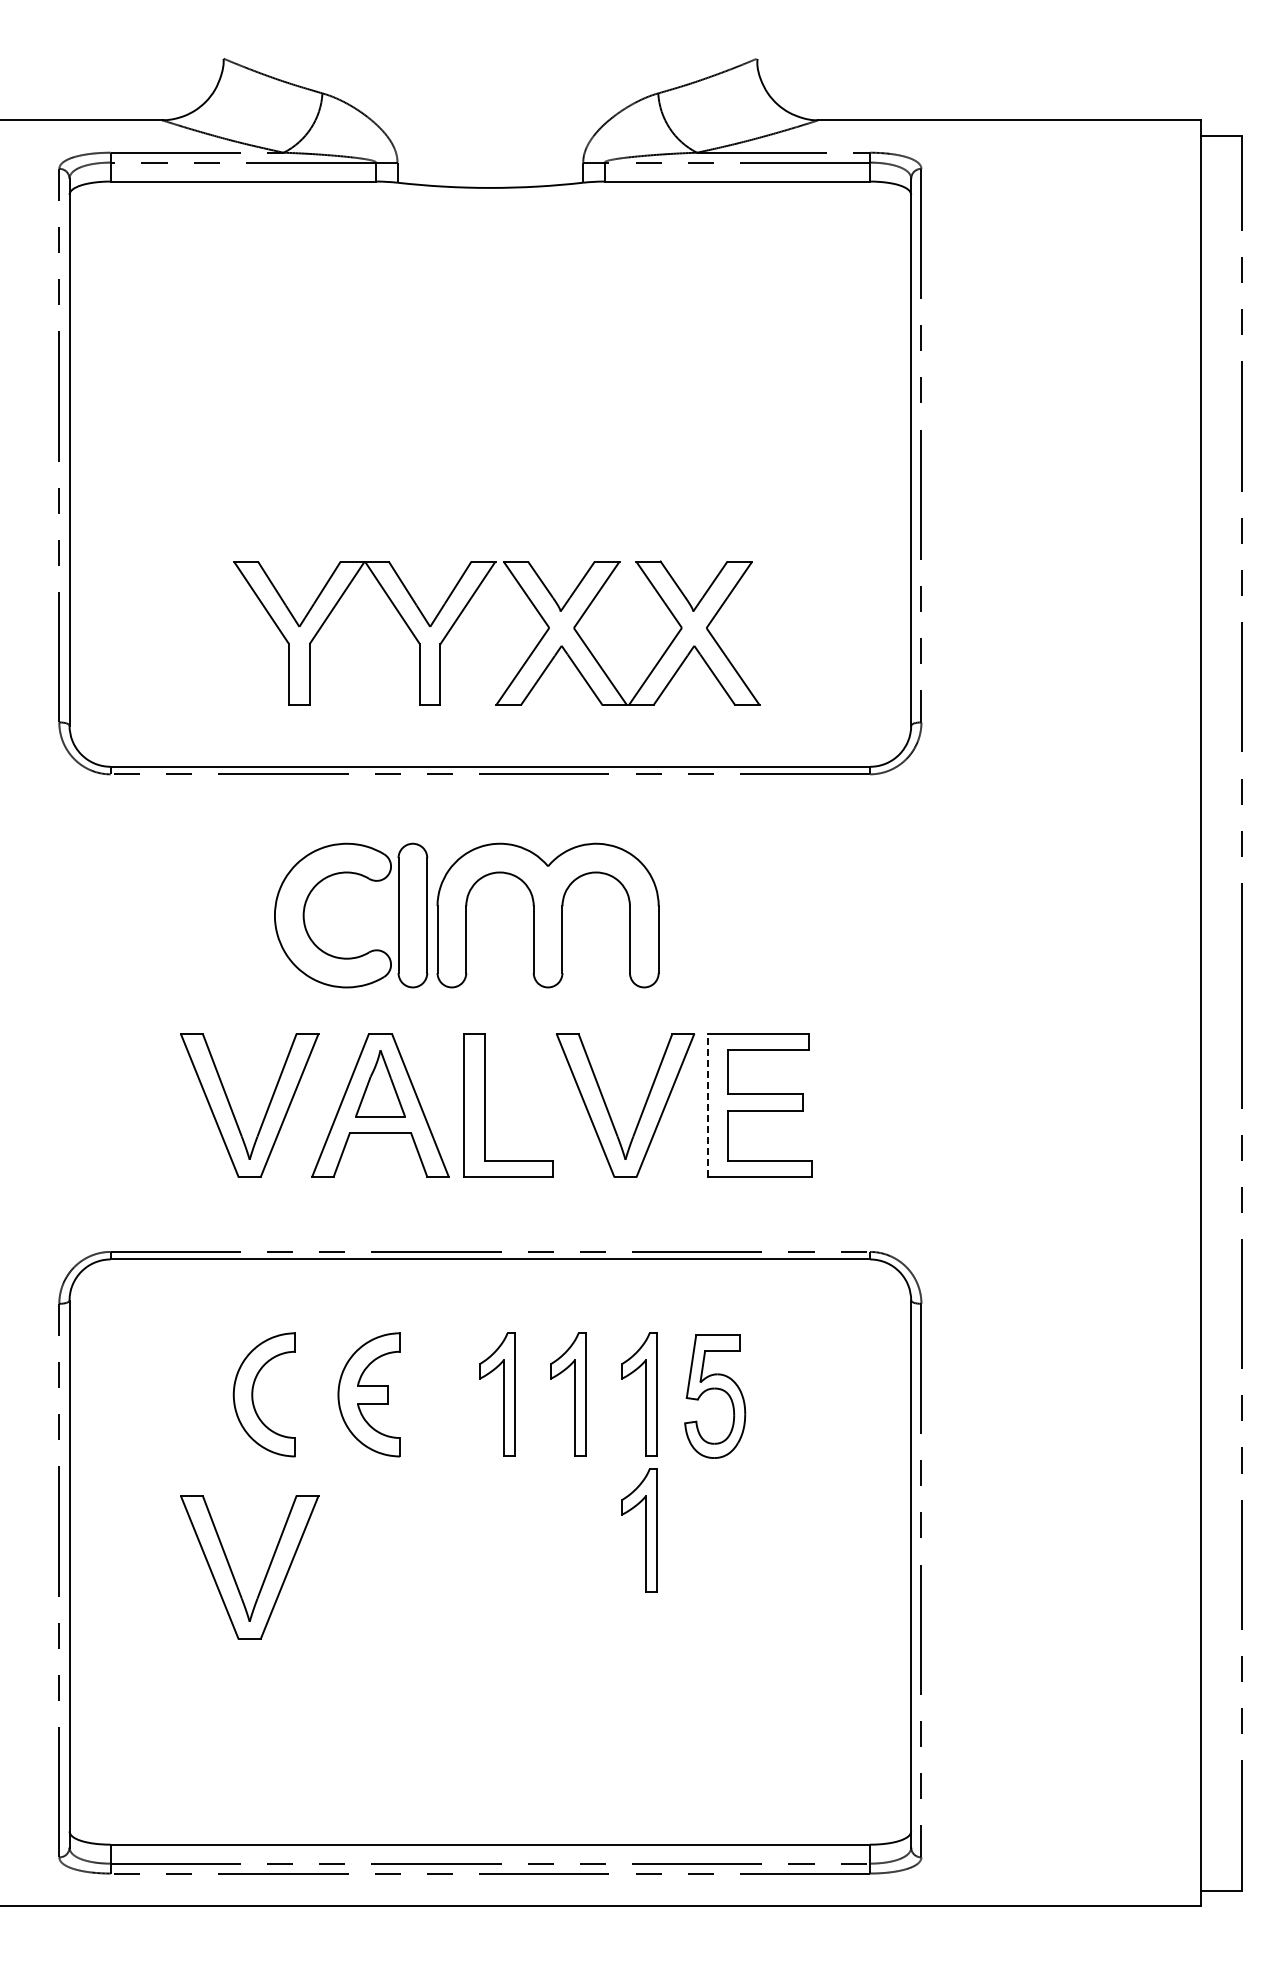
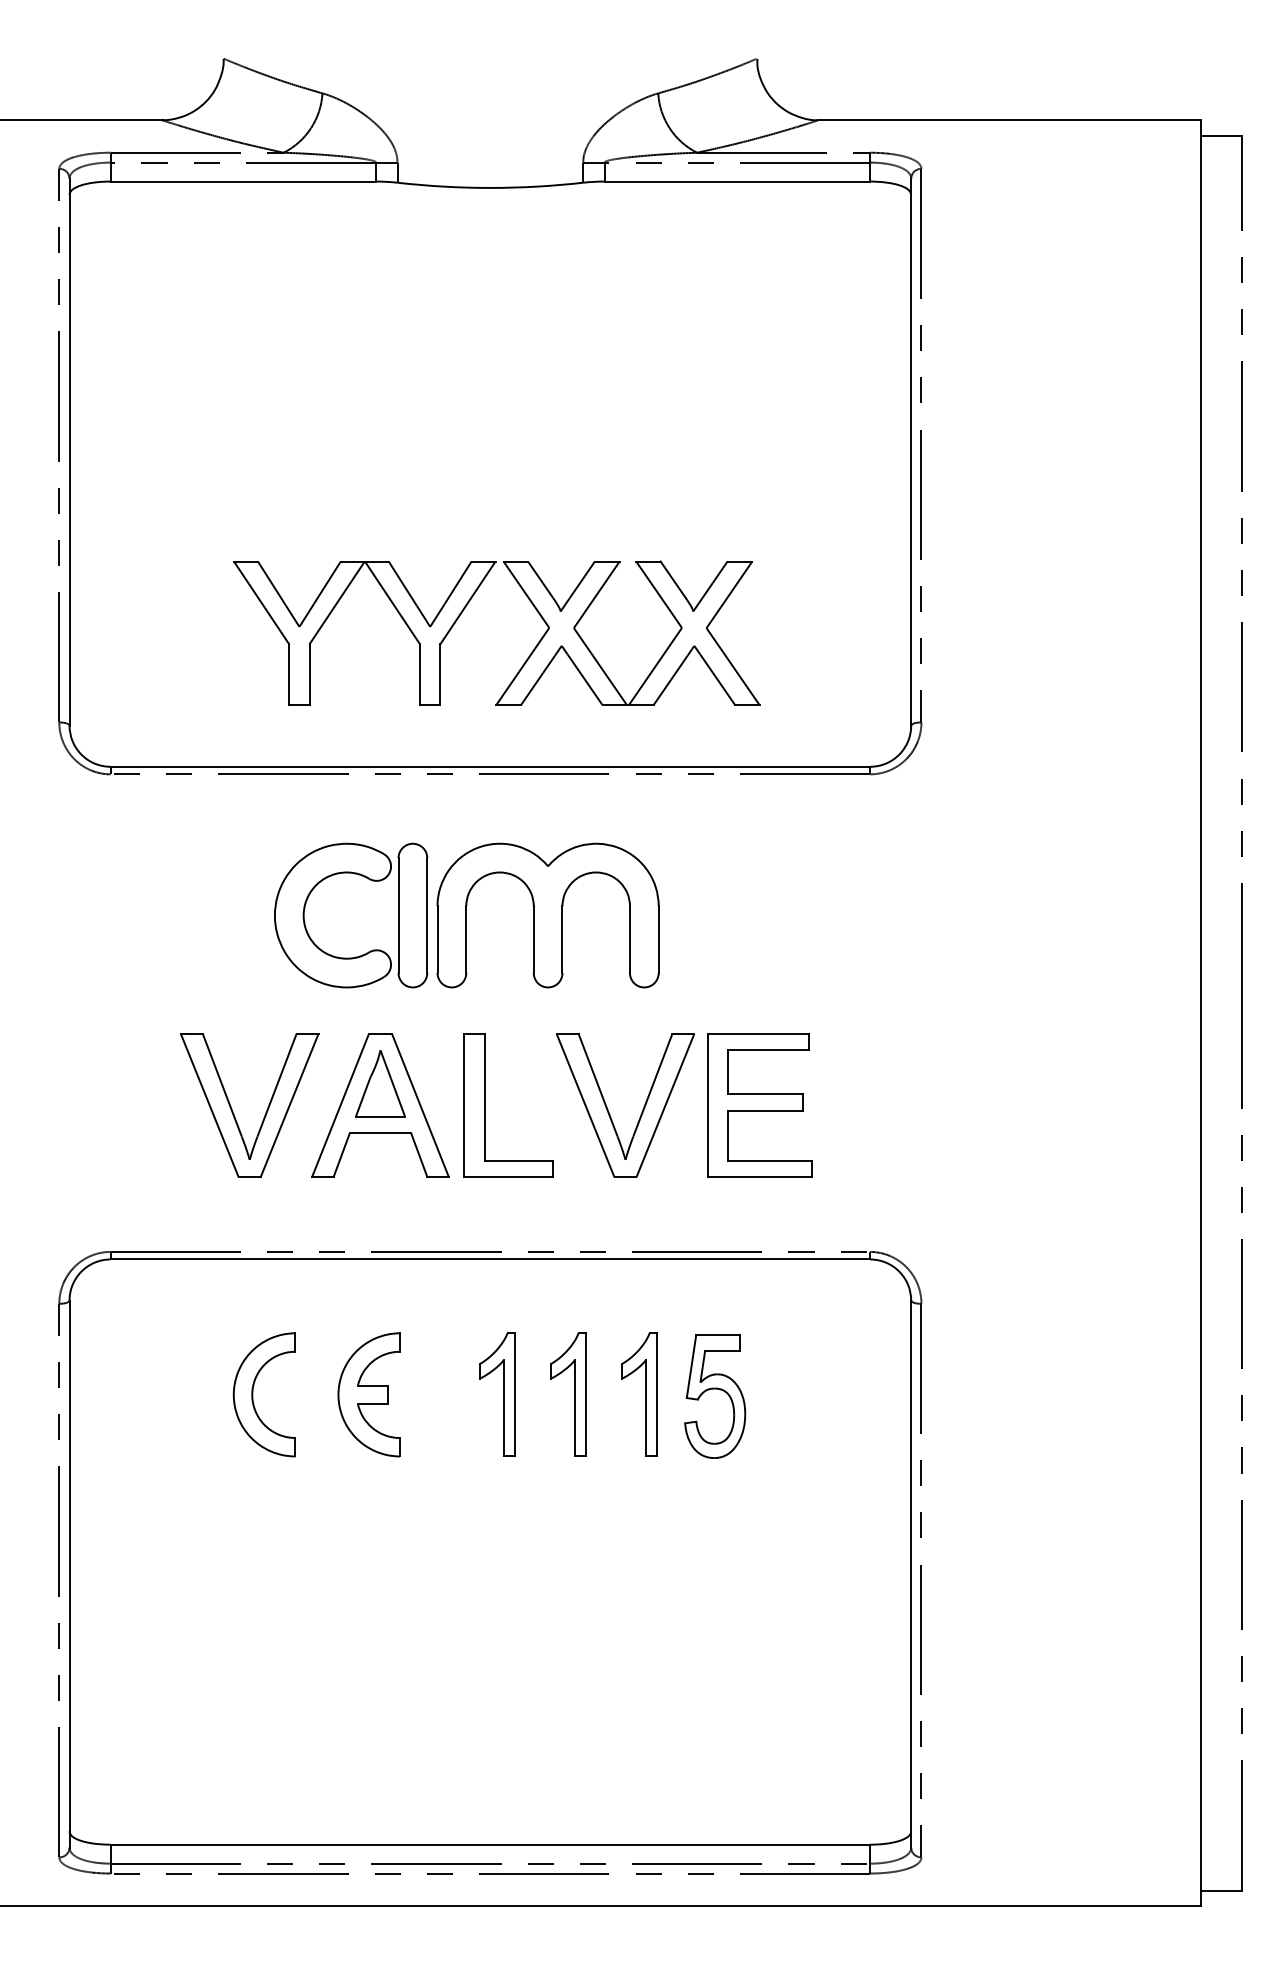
line at (707, 1105): dashed -> solid
part at (639, 1530): present -> none
part at (233, 1573): present -> none
